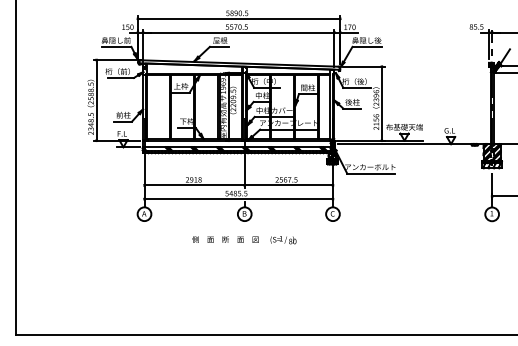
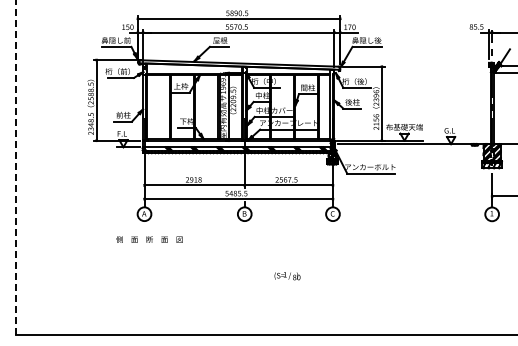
line at (15, 167): solid -> dashed
text at (225, 239) position: (225, 239) -> (149, 239)
text at (283, 240) position: (283, 240) -> (287, 276)
